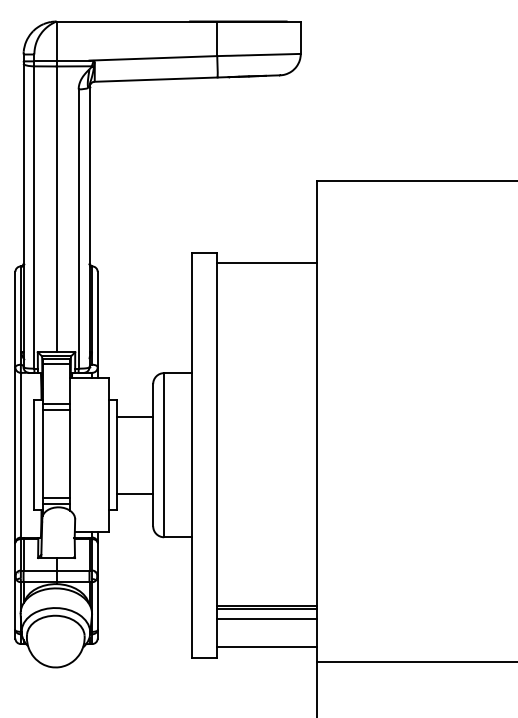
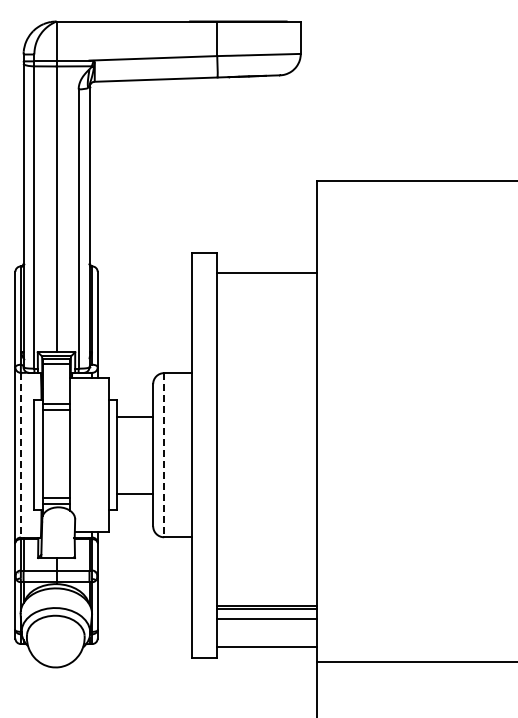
line at (267, 263) position: (267, 263) -> (267, 273)
line at (20, 455): solid -> dashed
line at (164, 455): solid -> dashed
